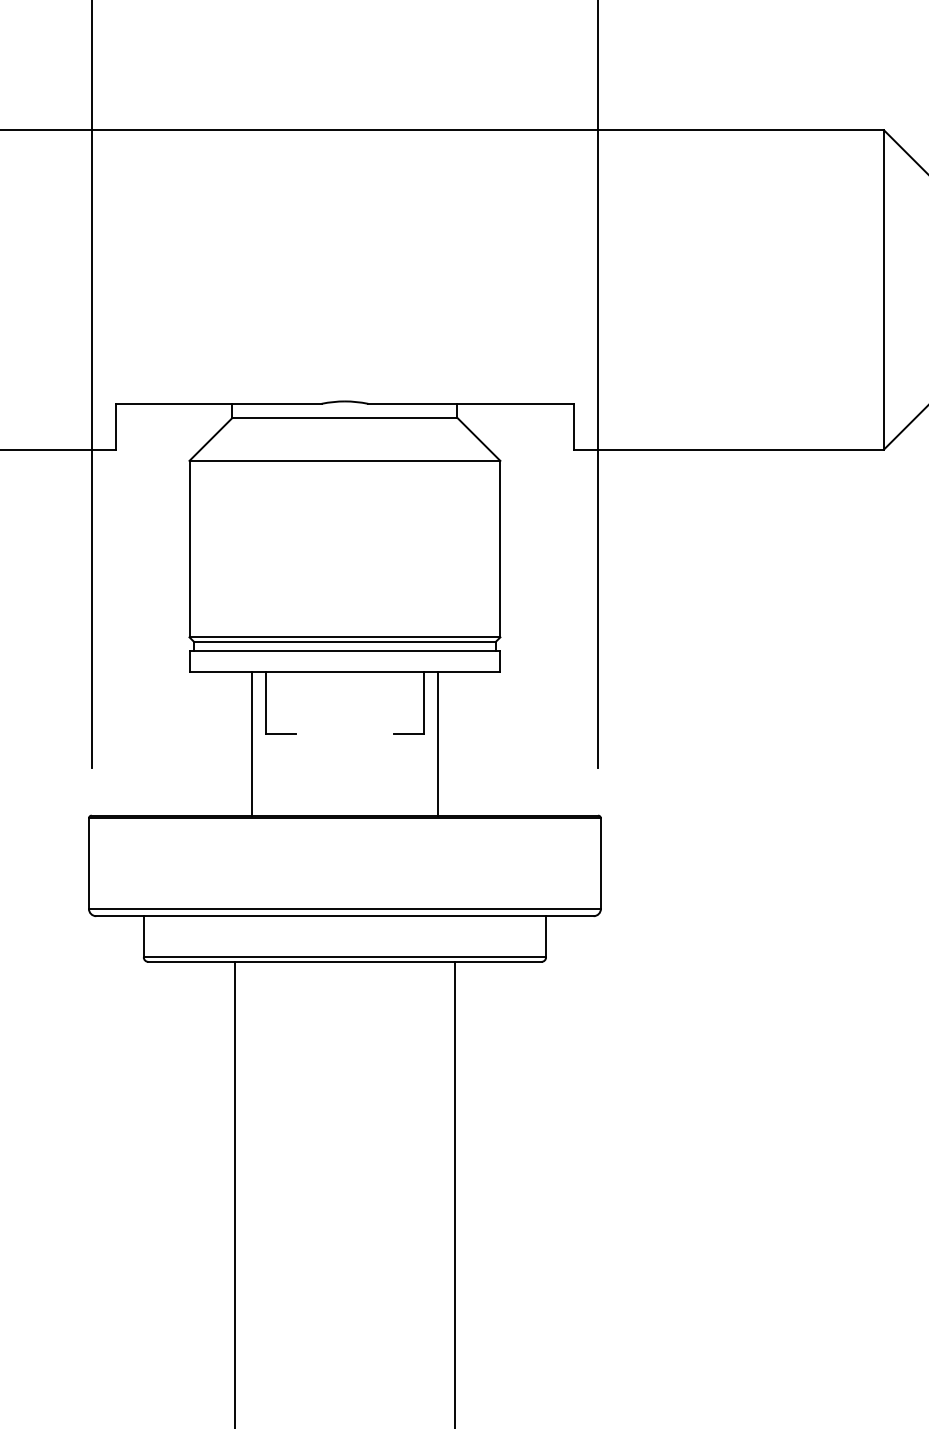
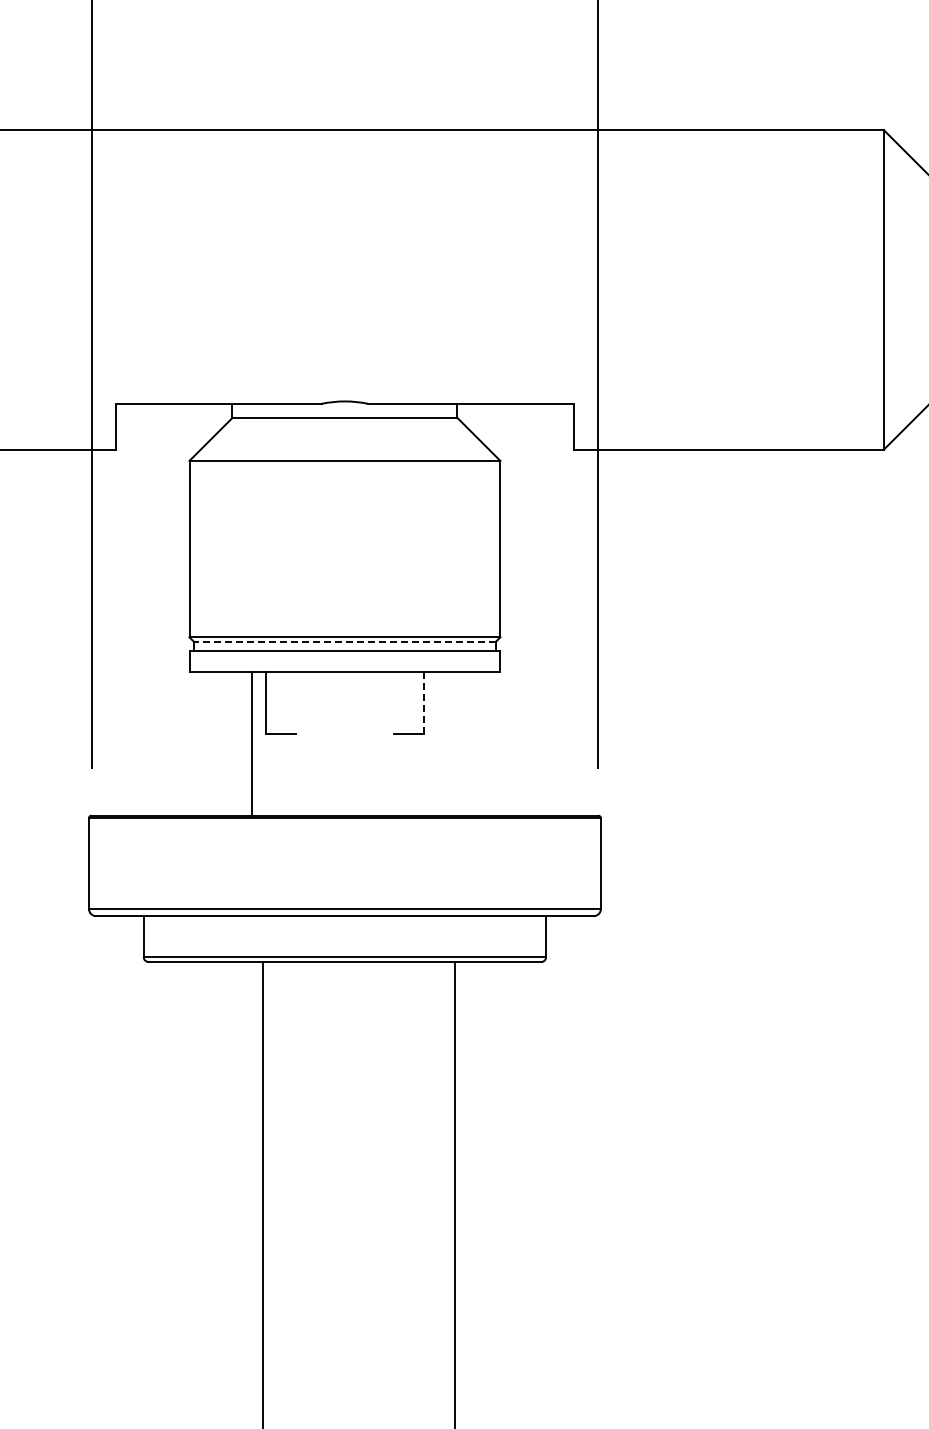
line at (344, 641): solid -> dashed
line at (423, 703): solid -> dashed
line at (437, 743): present -> none
line at (235, 1193) position: (235, 1193) -> (263, 1193)
